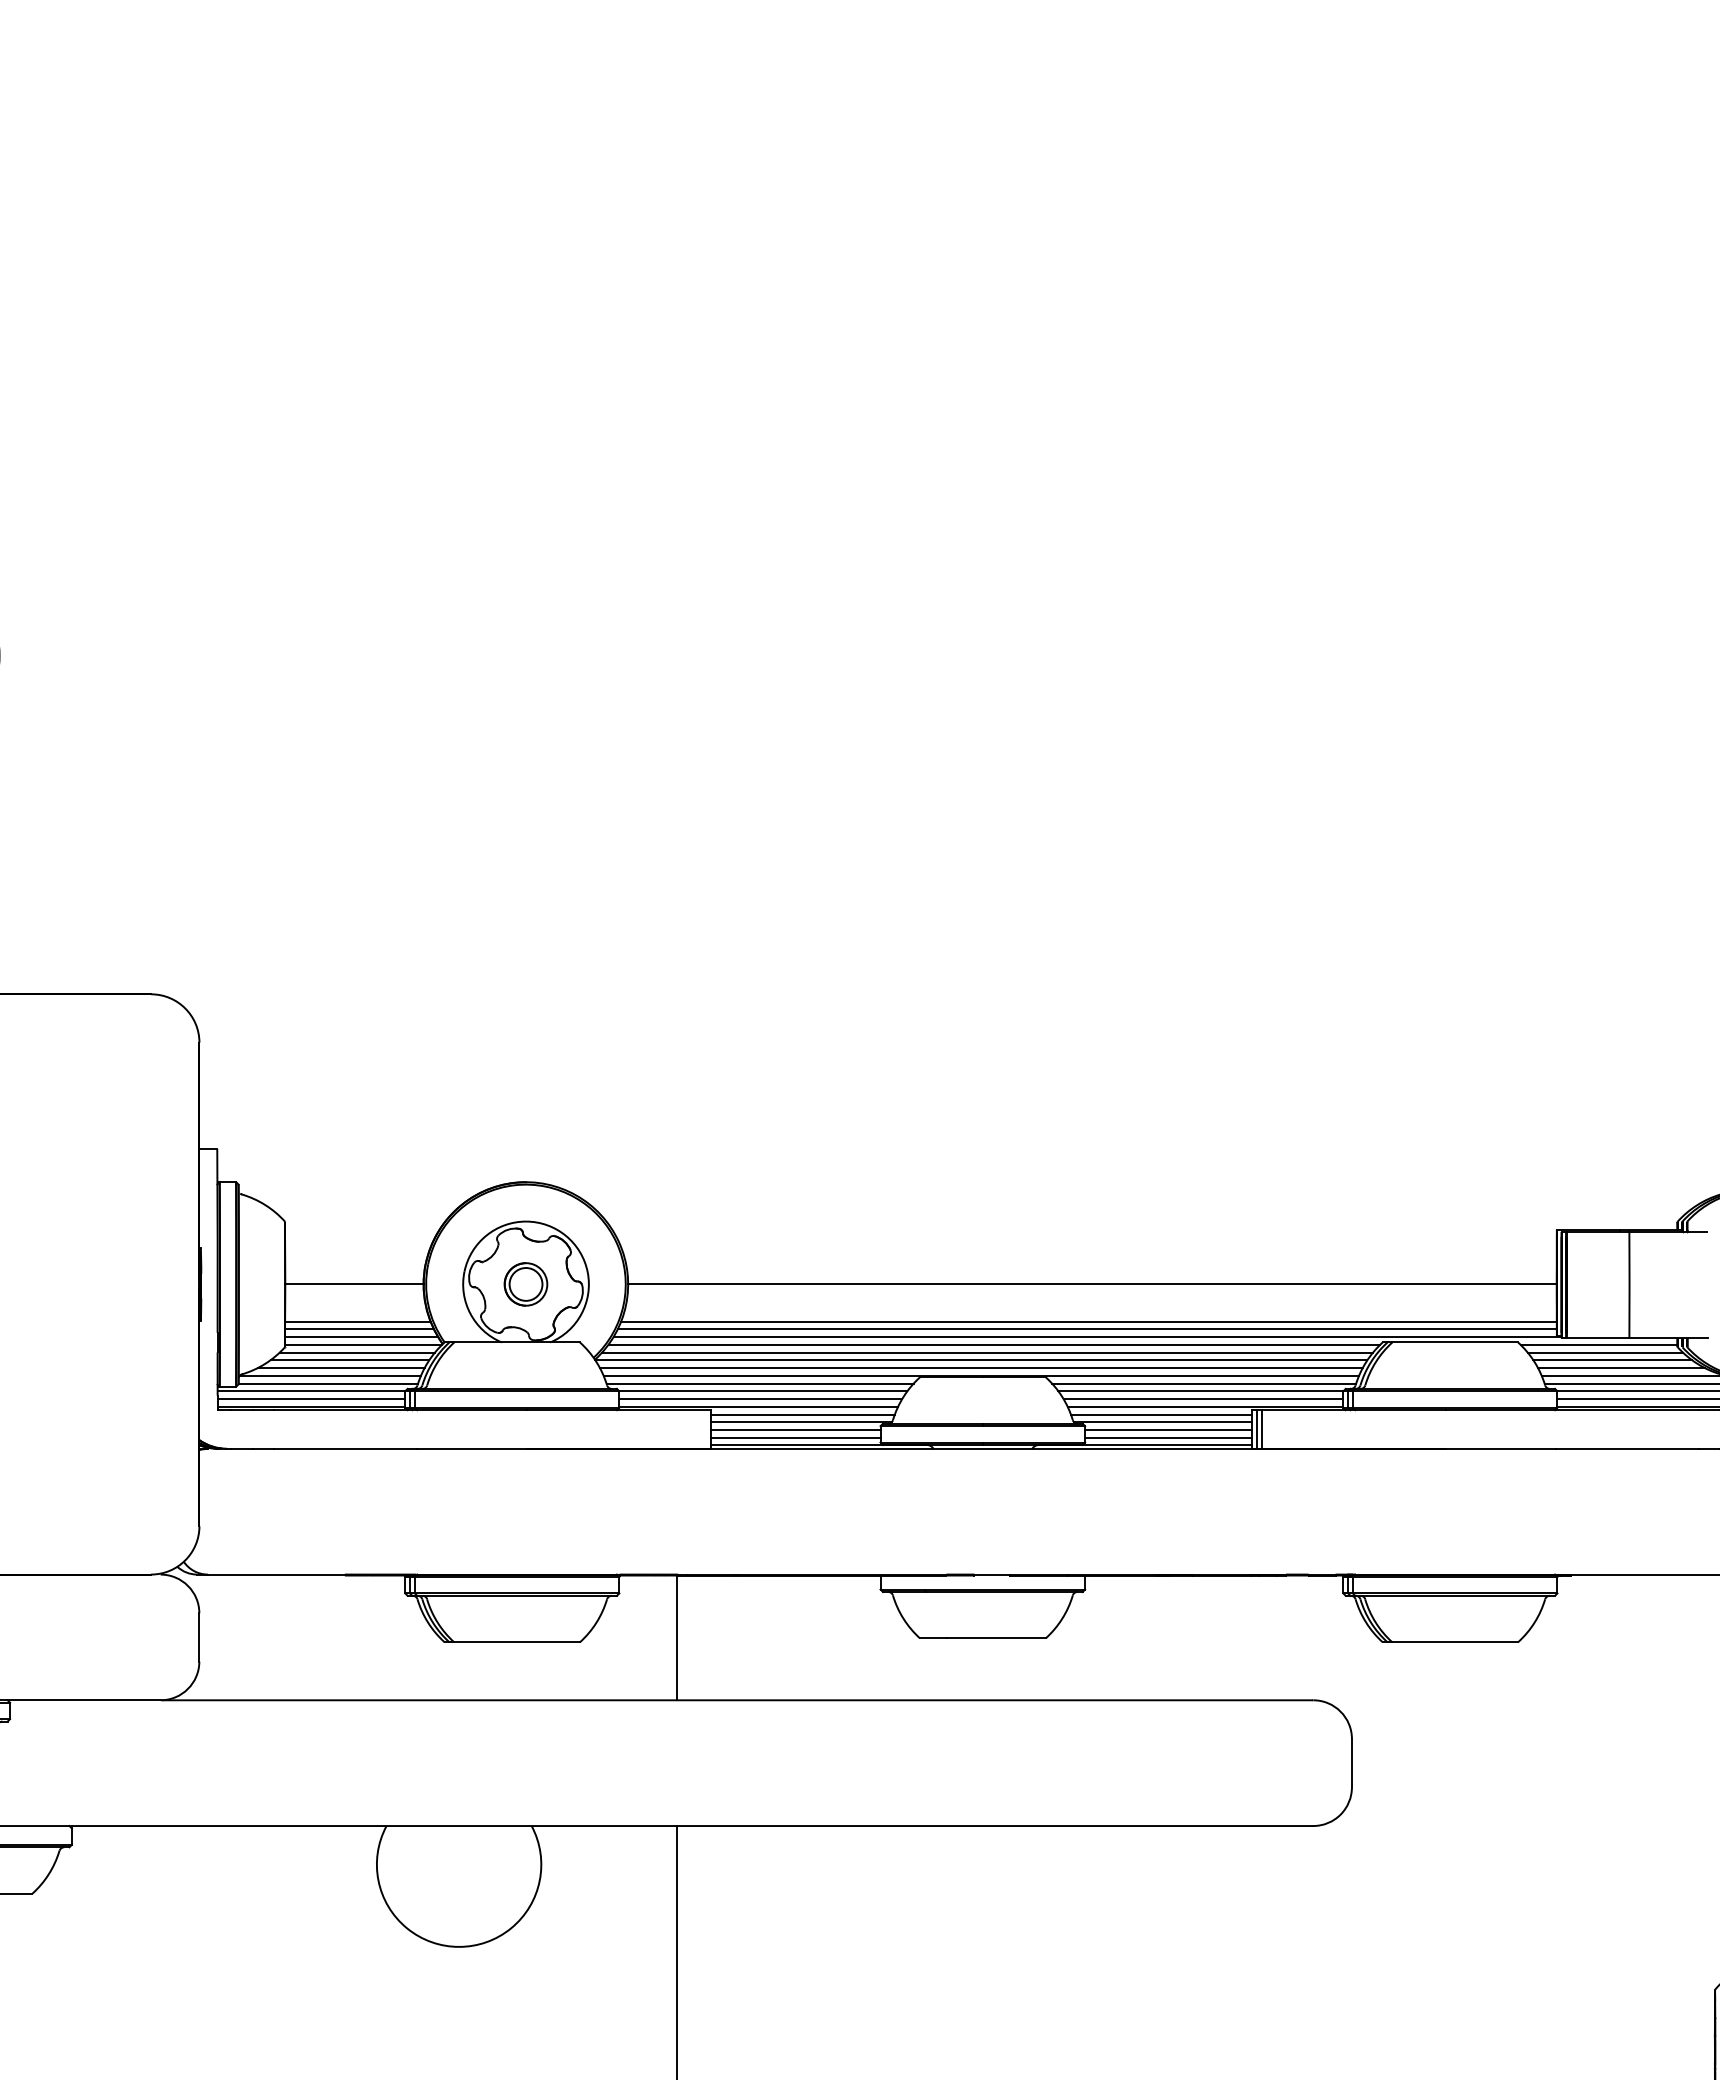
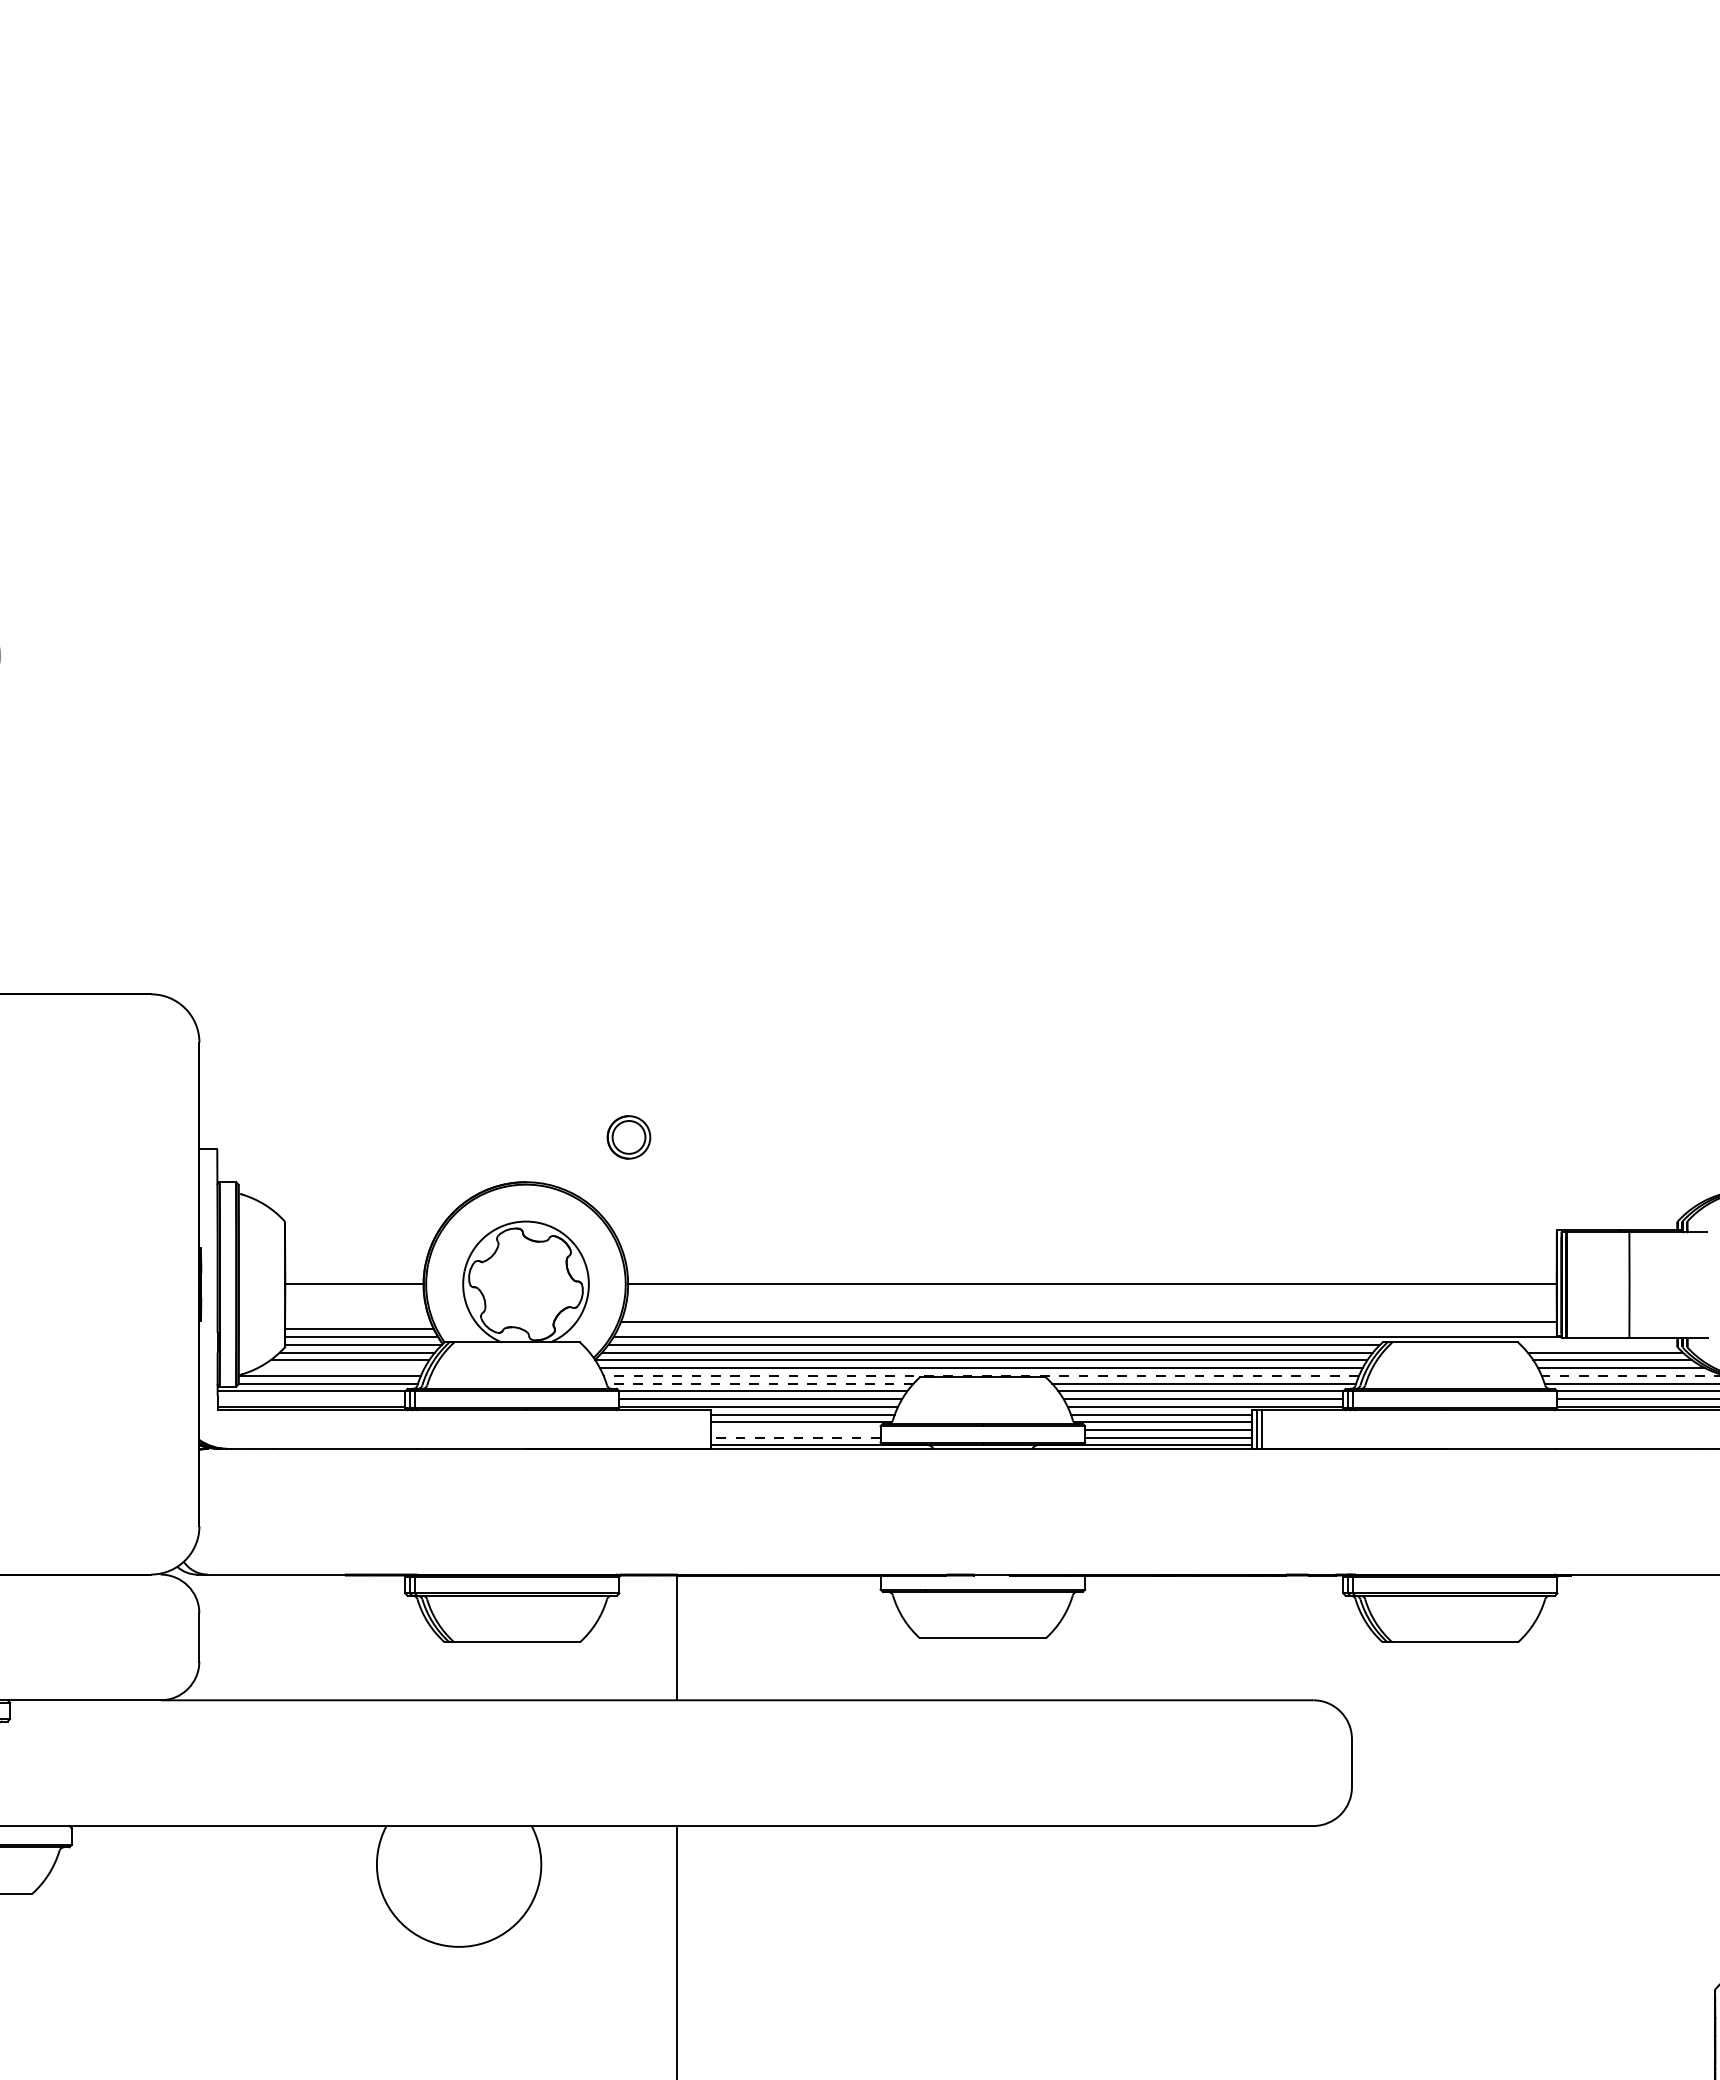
part at (525, 1284) position: (525, 1284) -> (628, 1137)
line at (357, 1321): present -> none
line at (1086, 1329): present -> none
line at (1598, 1344): present -> none
line at (340, 1368): present -> none
line at (981, 1375): solid -> dashed
line at (1630, 1375): solid -> dashed
line at (760, 1383): solid -> dashed
line at (311, 1399): present -> none
line at (795, 1429): present -> none
line at (795, 1437): solid -> dashed
